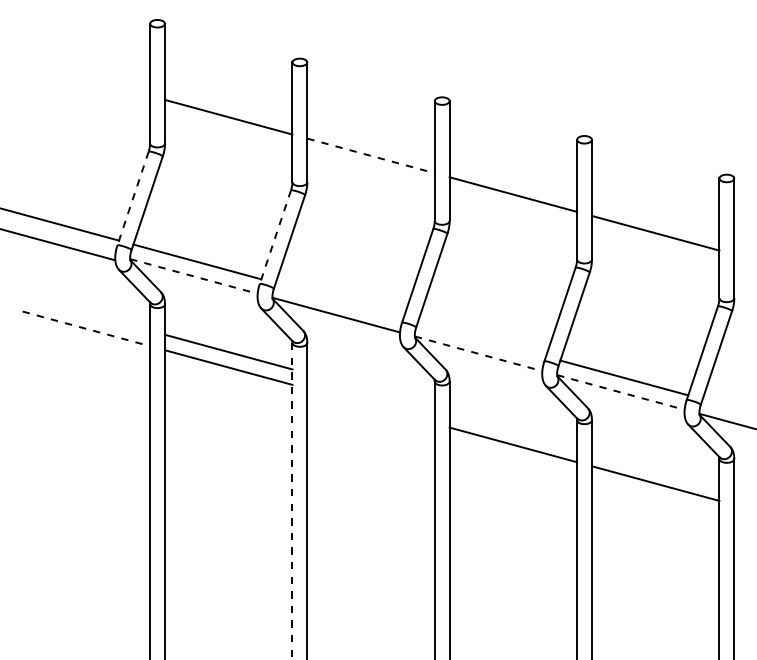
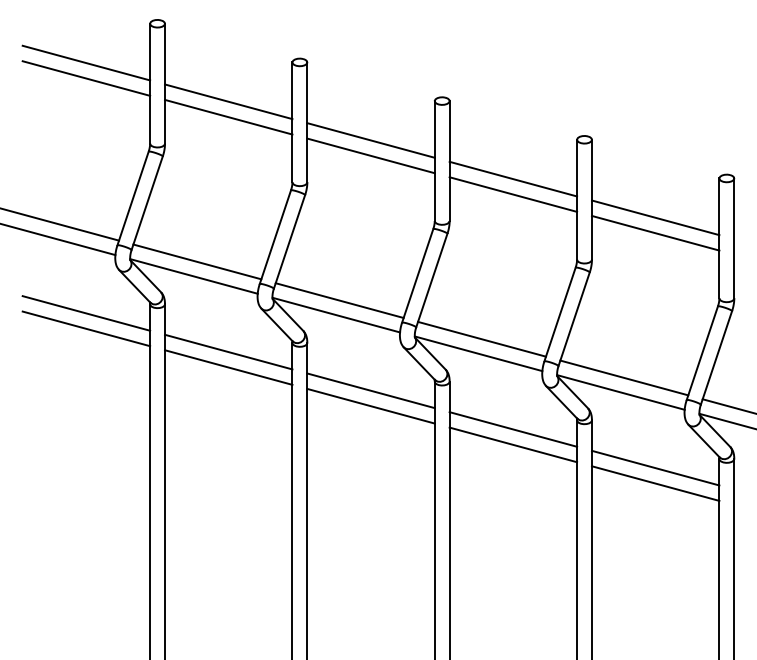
line at (86, 62): none -> present
line at (86, 78): none -> present
line at (228, 101): none -> present
line at (370, 140): none -> present
line at (371, 156): dashed -> solid
line at (513, 178): none -> present
line at (132, 198): dashed -> solid
line at (655, 217): none -> present
line at (275, 237): dashed -> solid
line at (58, 244) position: (58, 244) -> (58, 239)
line at (194, 276): dashed -> solid
line at (339, 300): none -> present
line at (86, 313): none -> present
line at (86, 329): dashed -> solid
line at (481, 338): none -> present
line at (479, 353): dashed -> solid
line at (370, 390): none -> present
line at (621, 392): dashed -> solid
line at (370, 405): none -> present
line at (727, 405): none -> present
line at (513, 429): none -> present
line at (655, 467): none -> present
line at (292, 501): dashed -> solid
